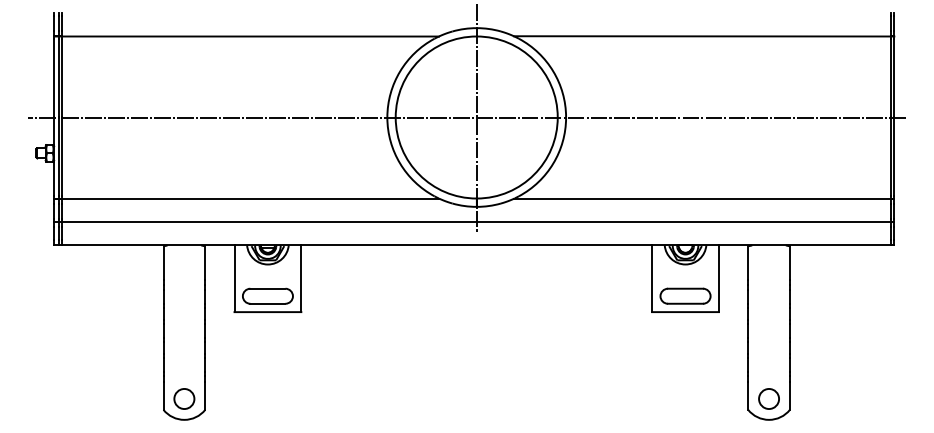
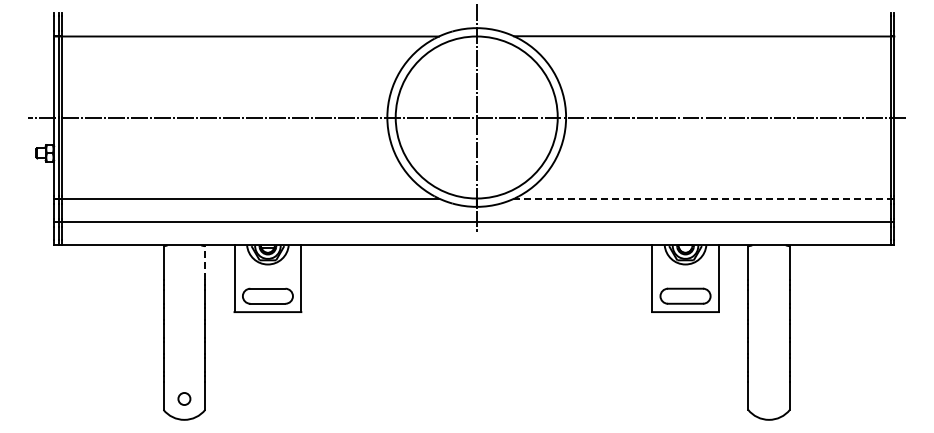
line at (704, 198): solid -> dashed
line at (205, 262): solid -> dashed
circle at (184, 398) size: 23x22 px -> 15x14 px
circle at (768, 398): present -> none
